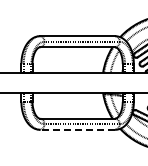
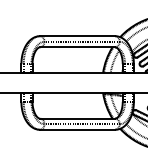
line at (77, 129): dashed -> solid
